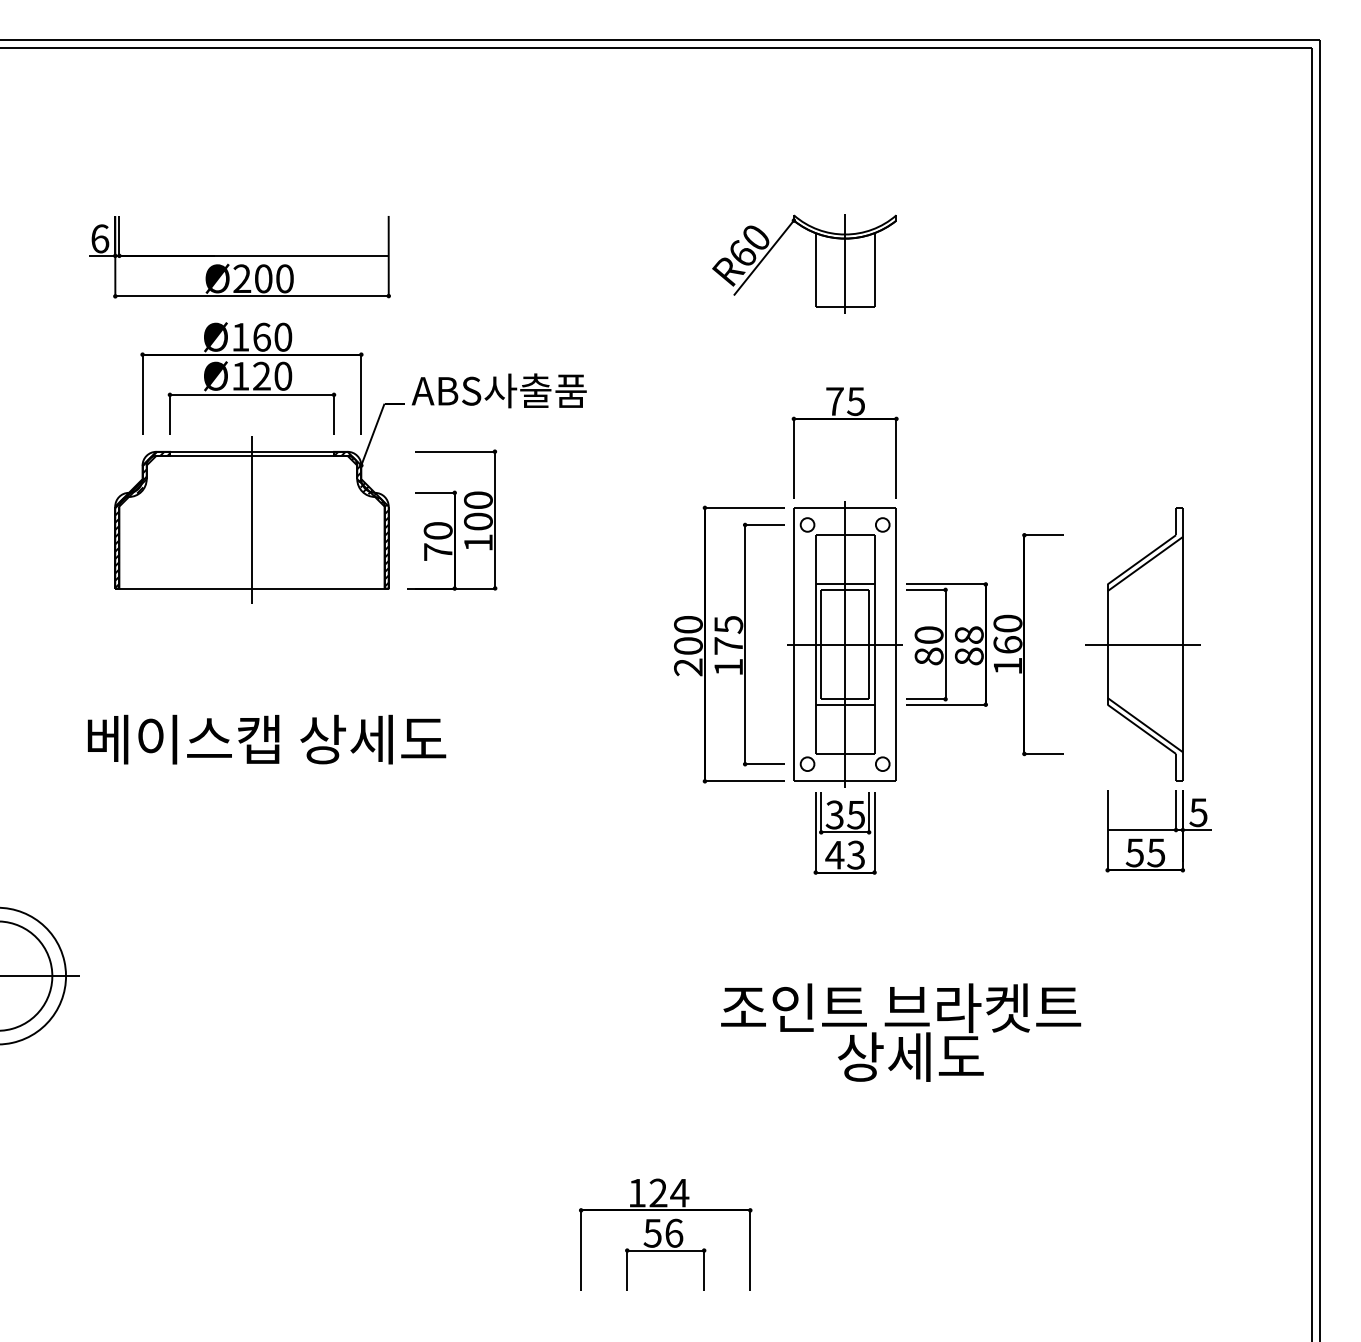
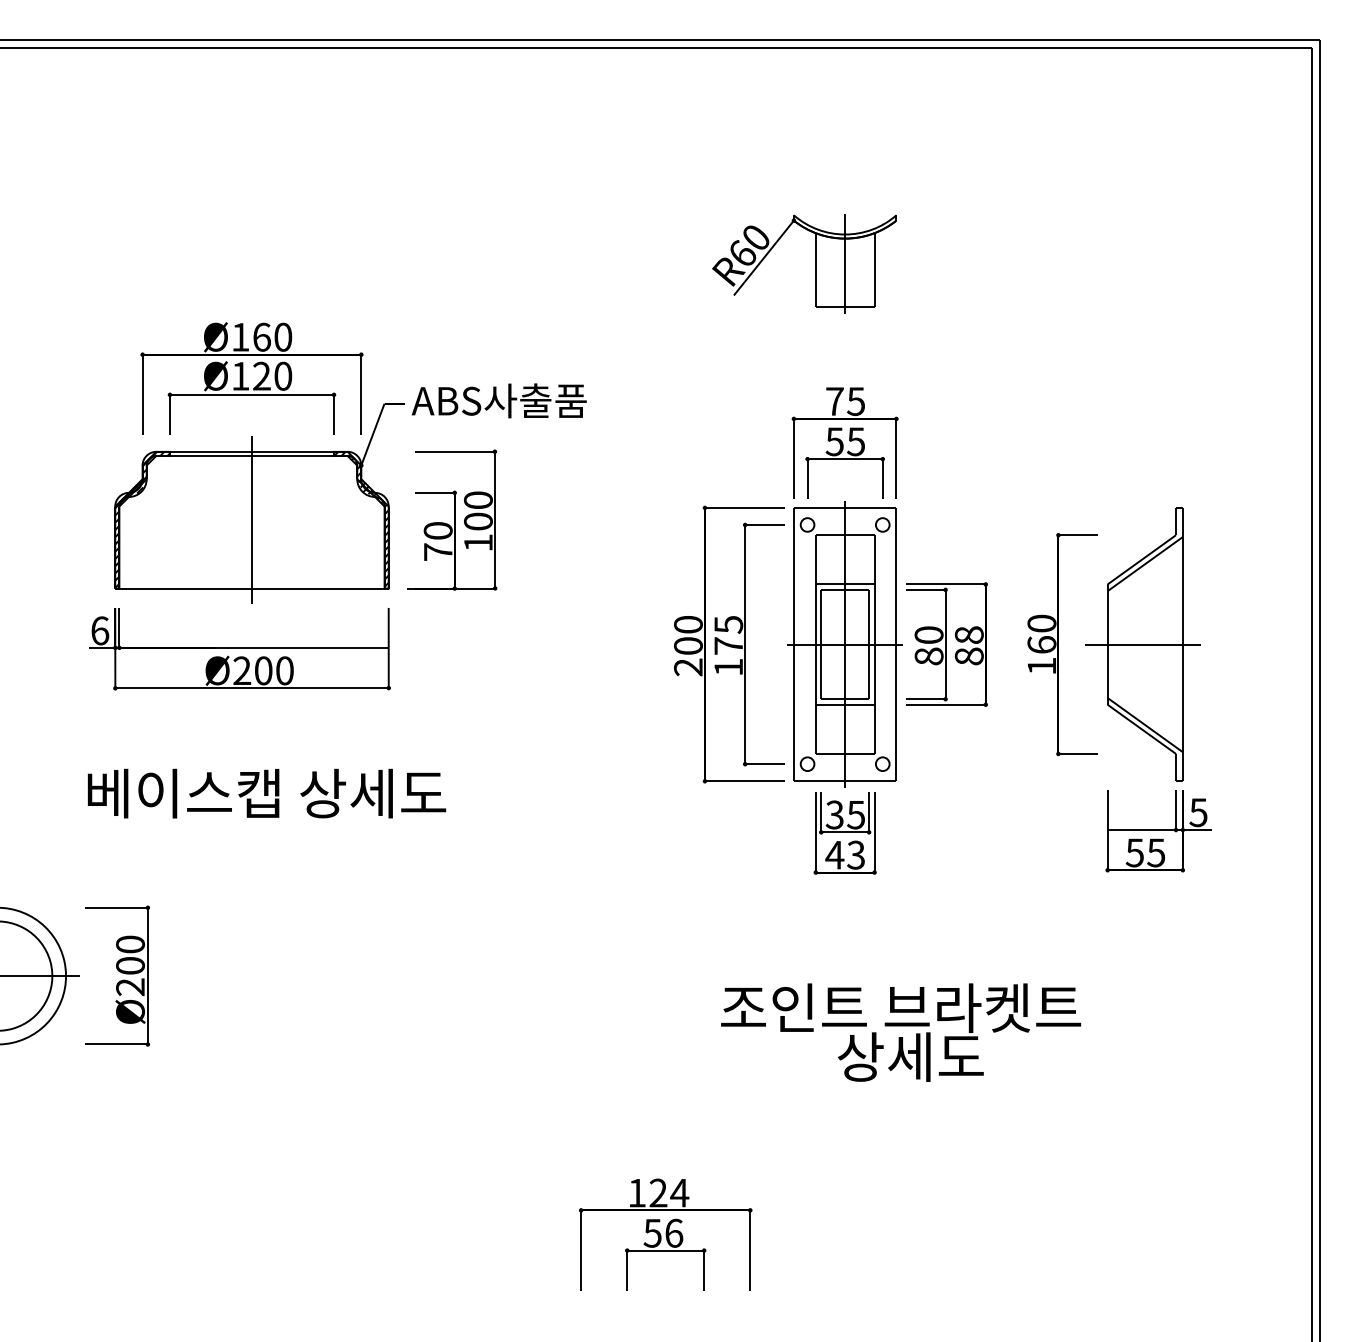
part at (239, 257) position: (239, 257) -> (239, 649)
text at (498, 390) position: (498, 390) -> (498, 400)
part at (844, 462): none -> present
part at (1028, 644) position: (1028, 644) -> (1062, 644)
text at (266, 739) position: (266, 739) -> (266, 793)
part at (117, 975): none -> present
